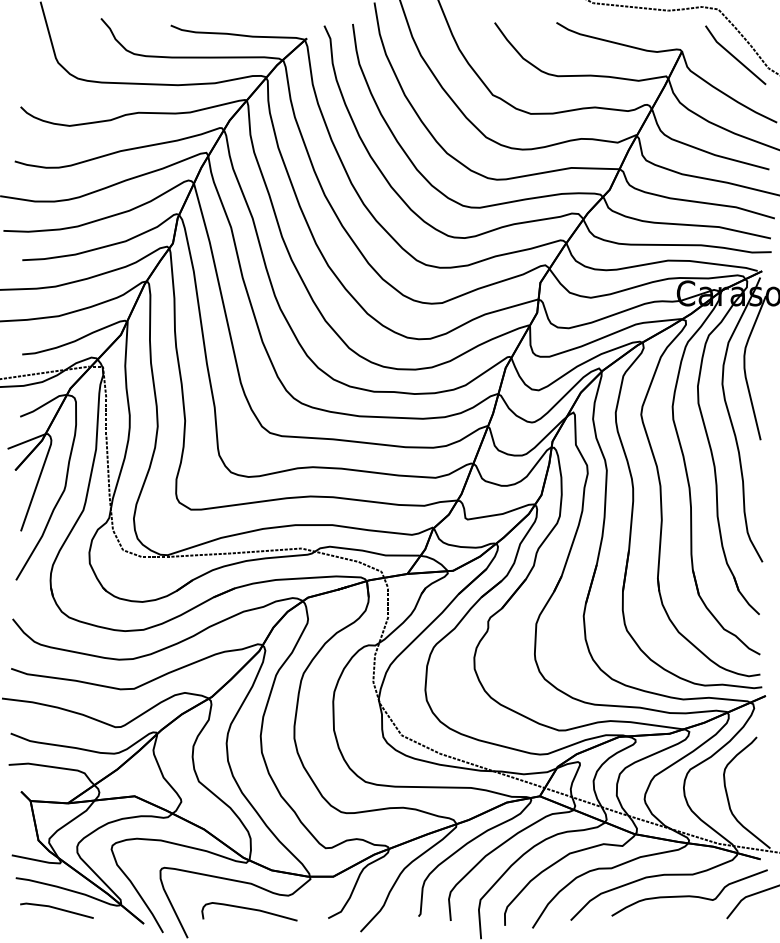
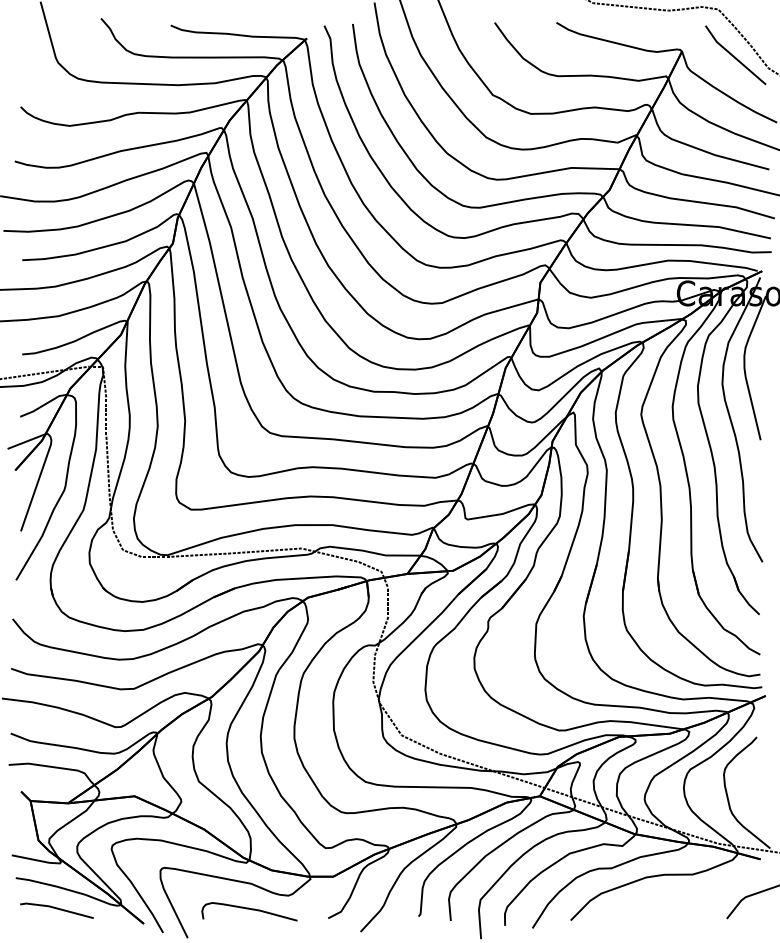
curve at (689, 895): present -> none
